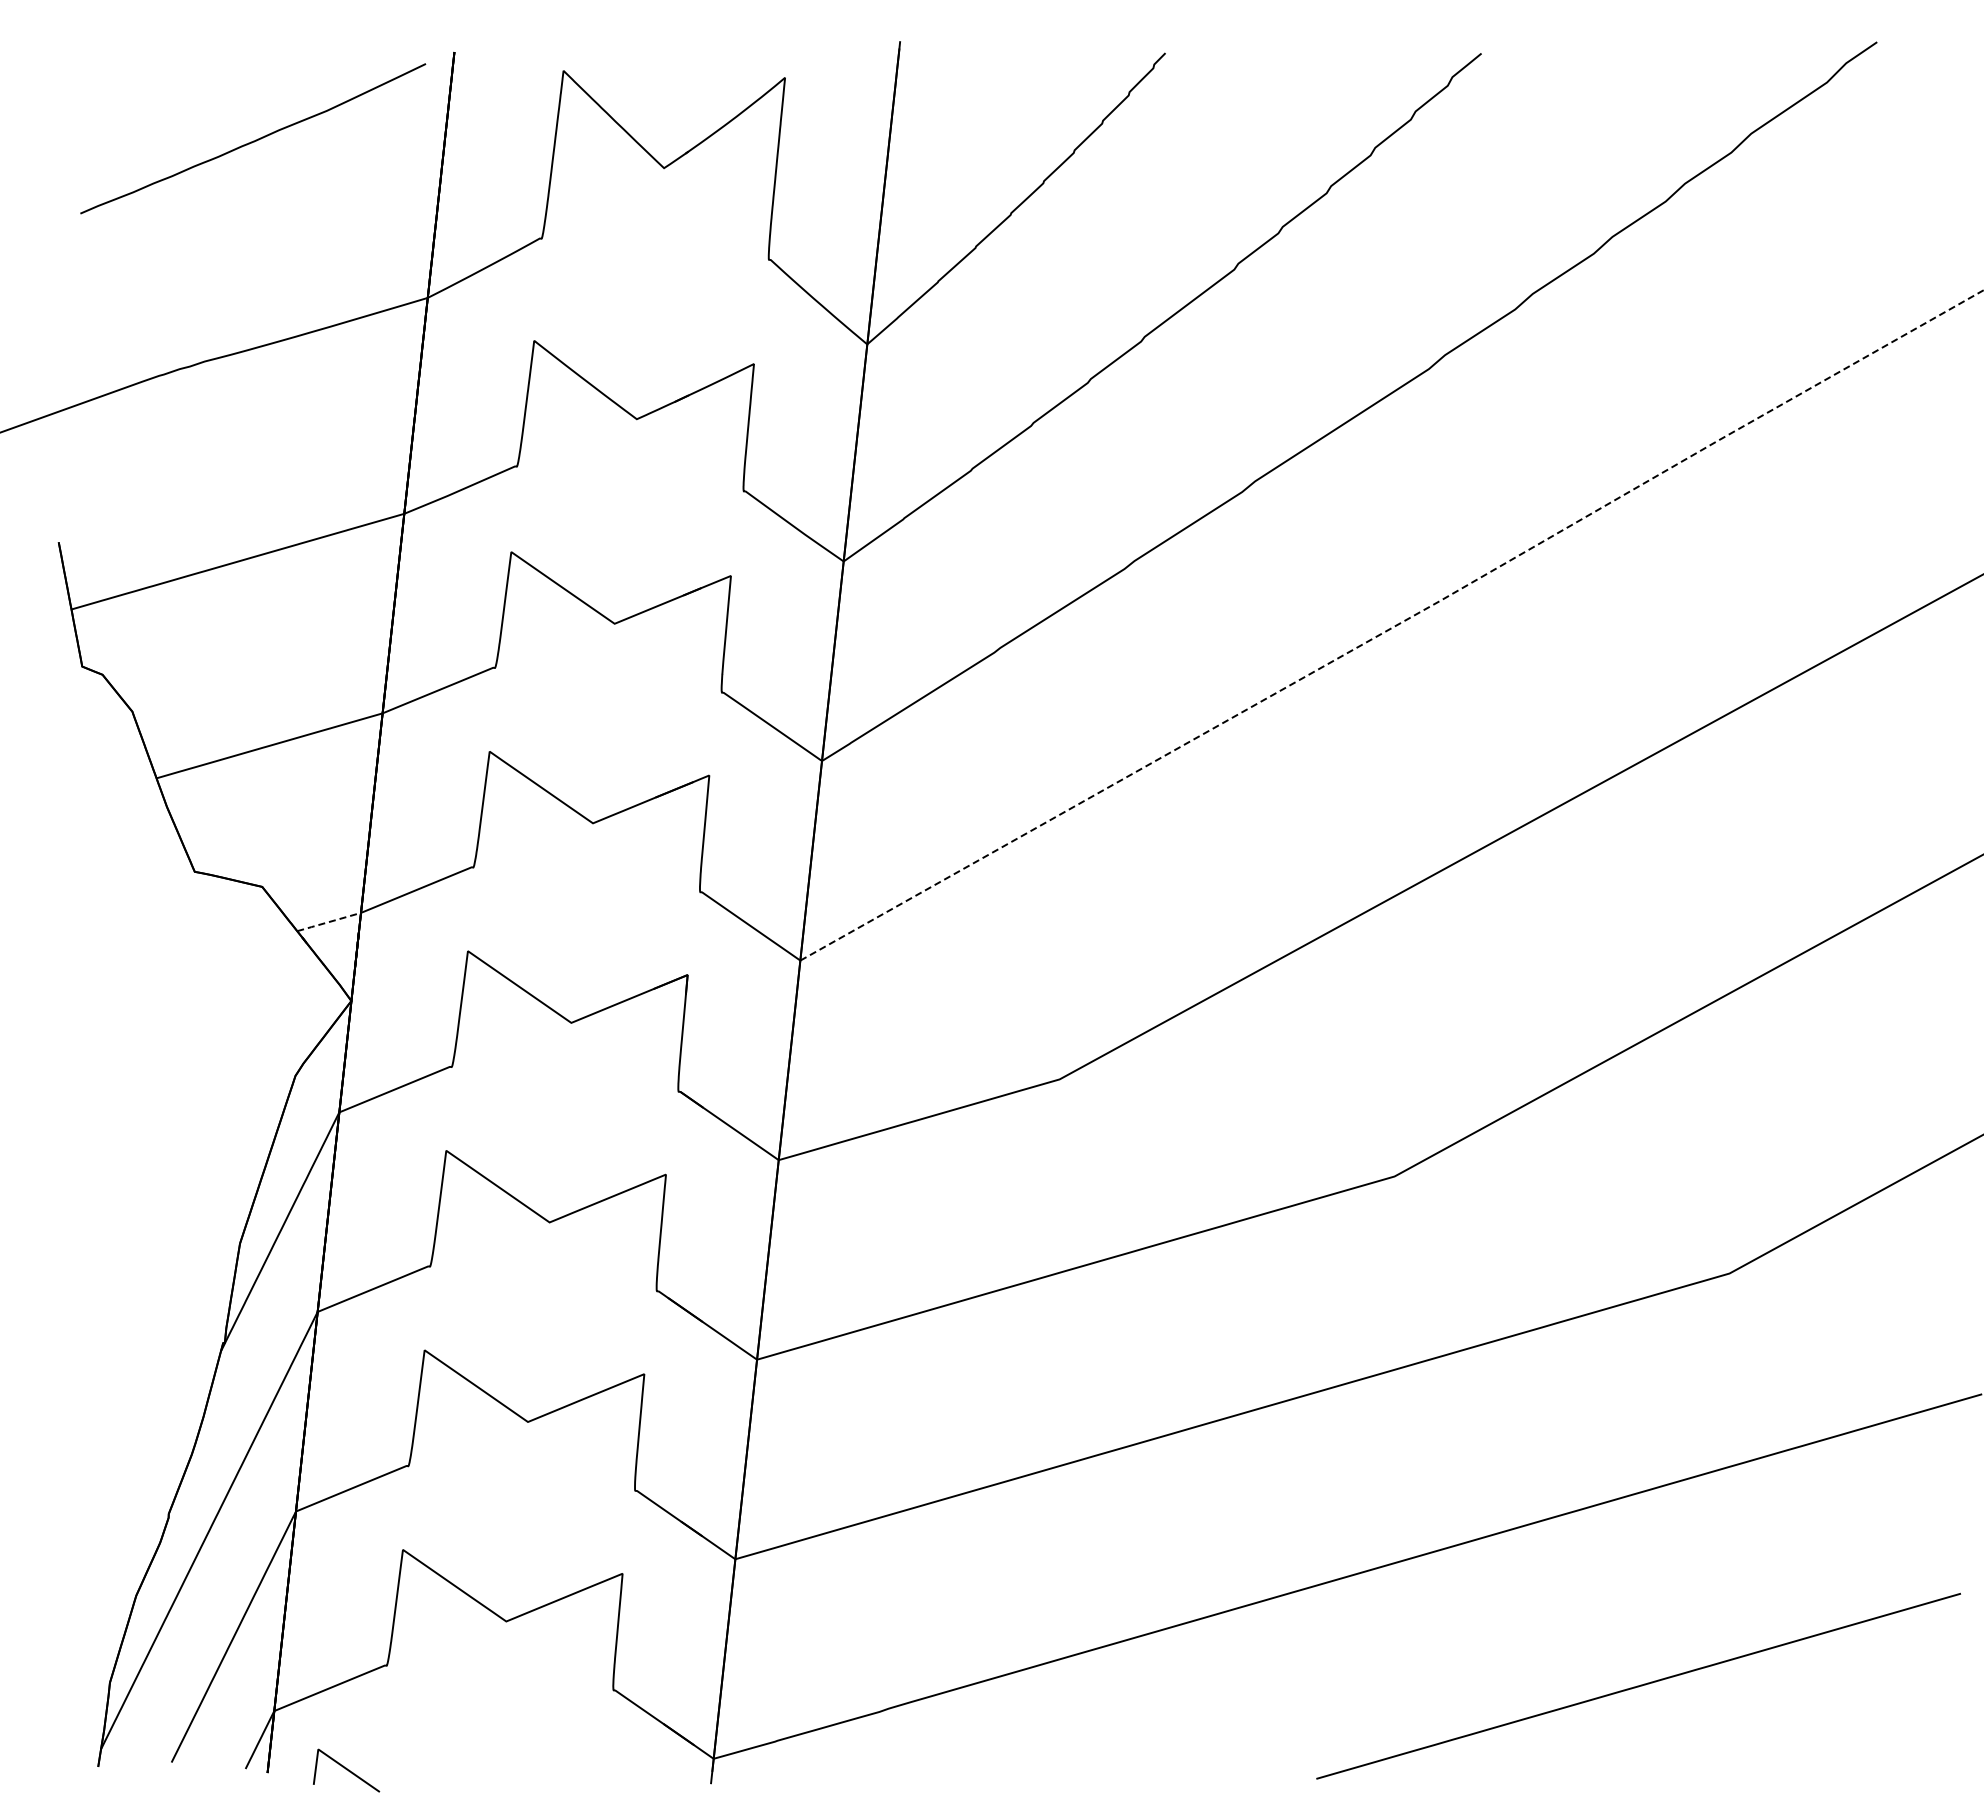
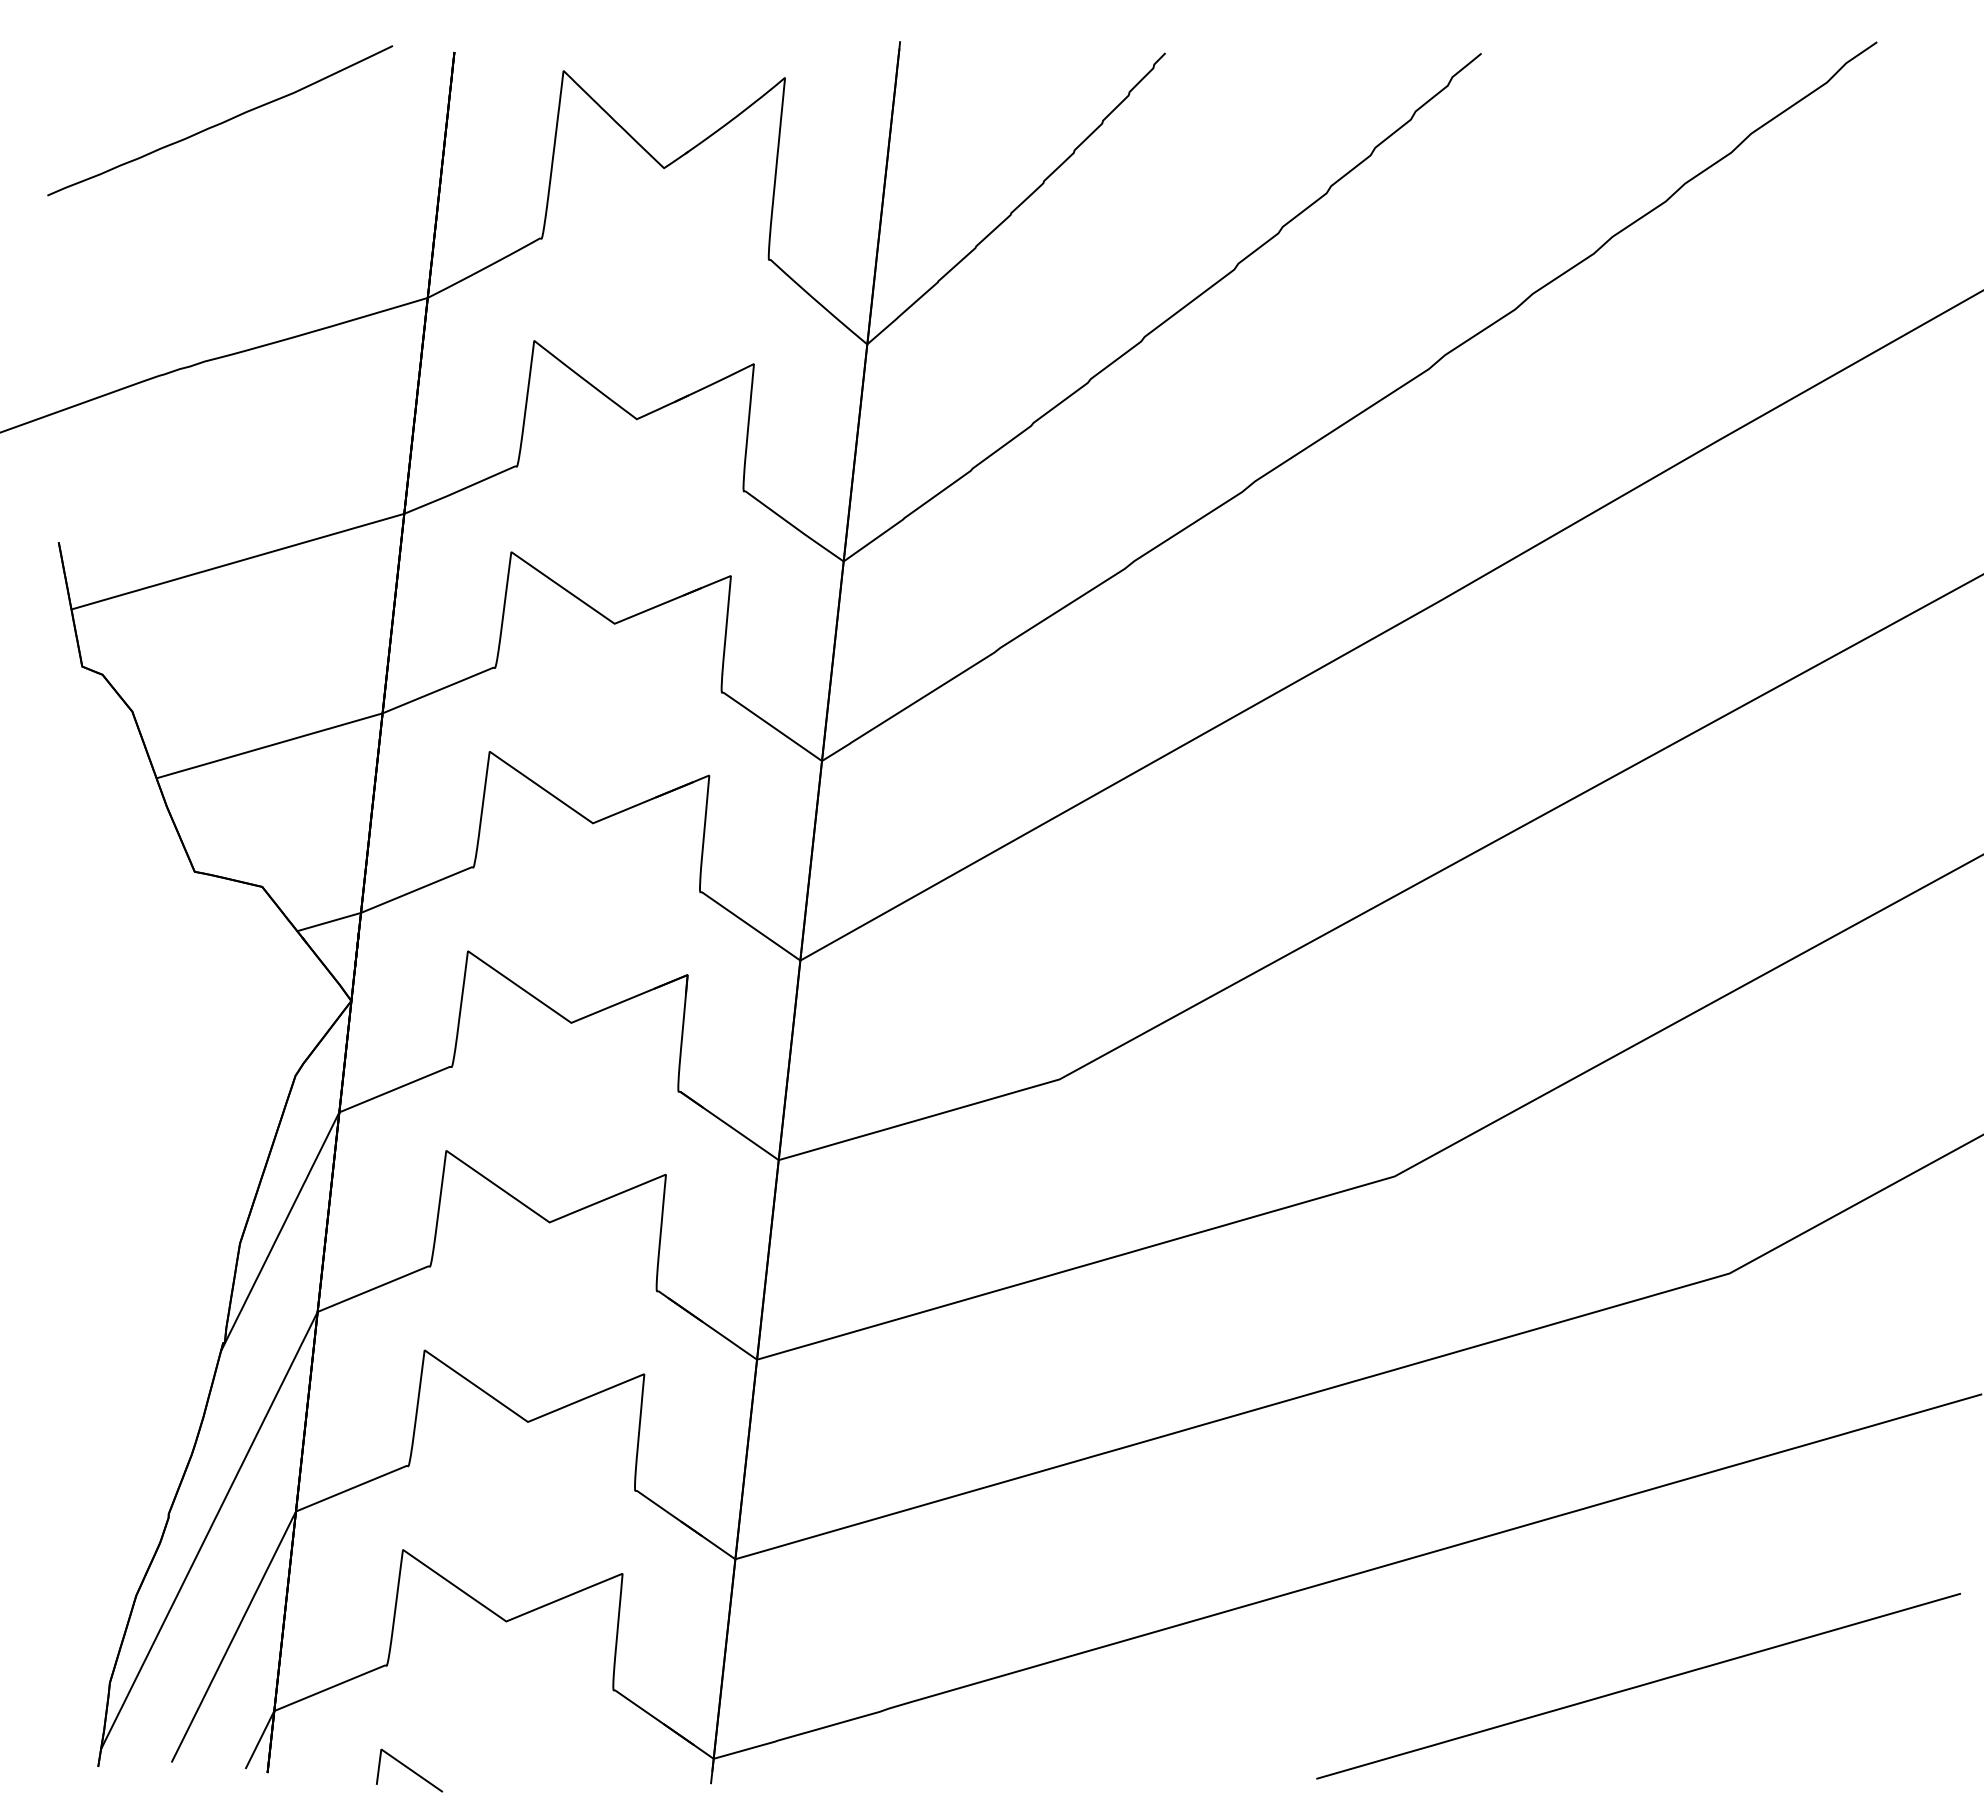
curve at (253, 140) position: (253, 140) -> (220, 122)
line at (1394, 626): dashed -> solid
line at (328, 922): dashed -> solid
line at (346, 1770) position: (346, 1770) -> (409, 1770)
